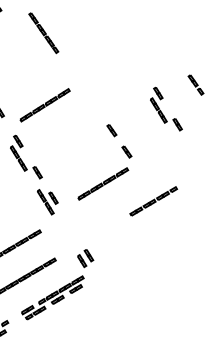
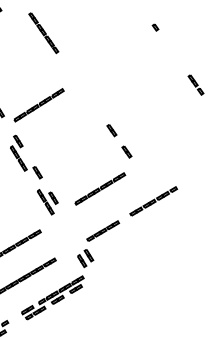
part at (155, 27): none -> present
part at (44, 105) position: (44, 105) -> (38, 105)
part at (166, 108): present -> none
part at (103, 183) position: (103, 183) -> (100, 188)
part at (103, 230): none -> present
